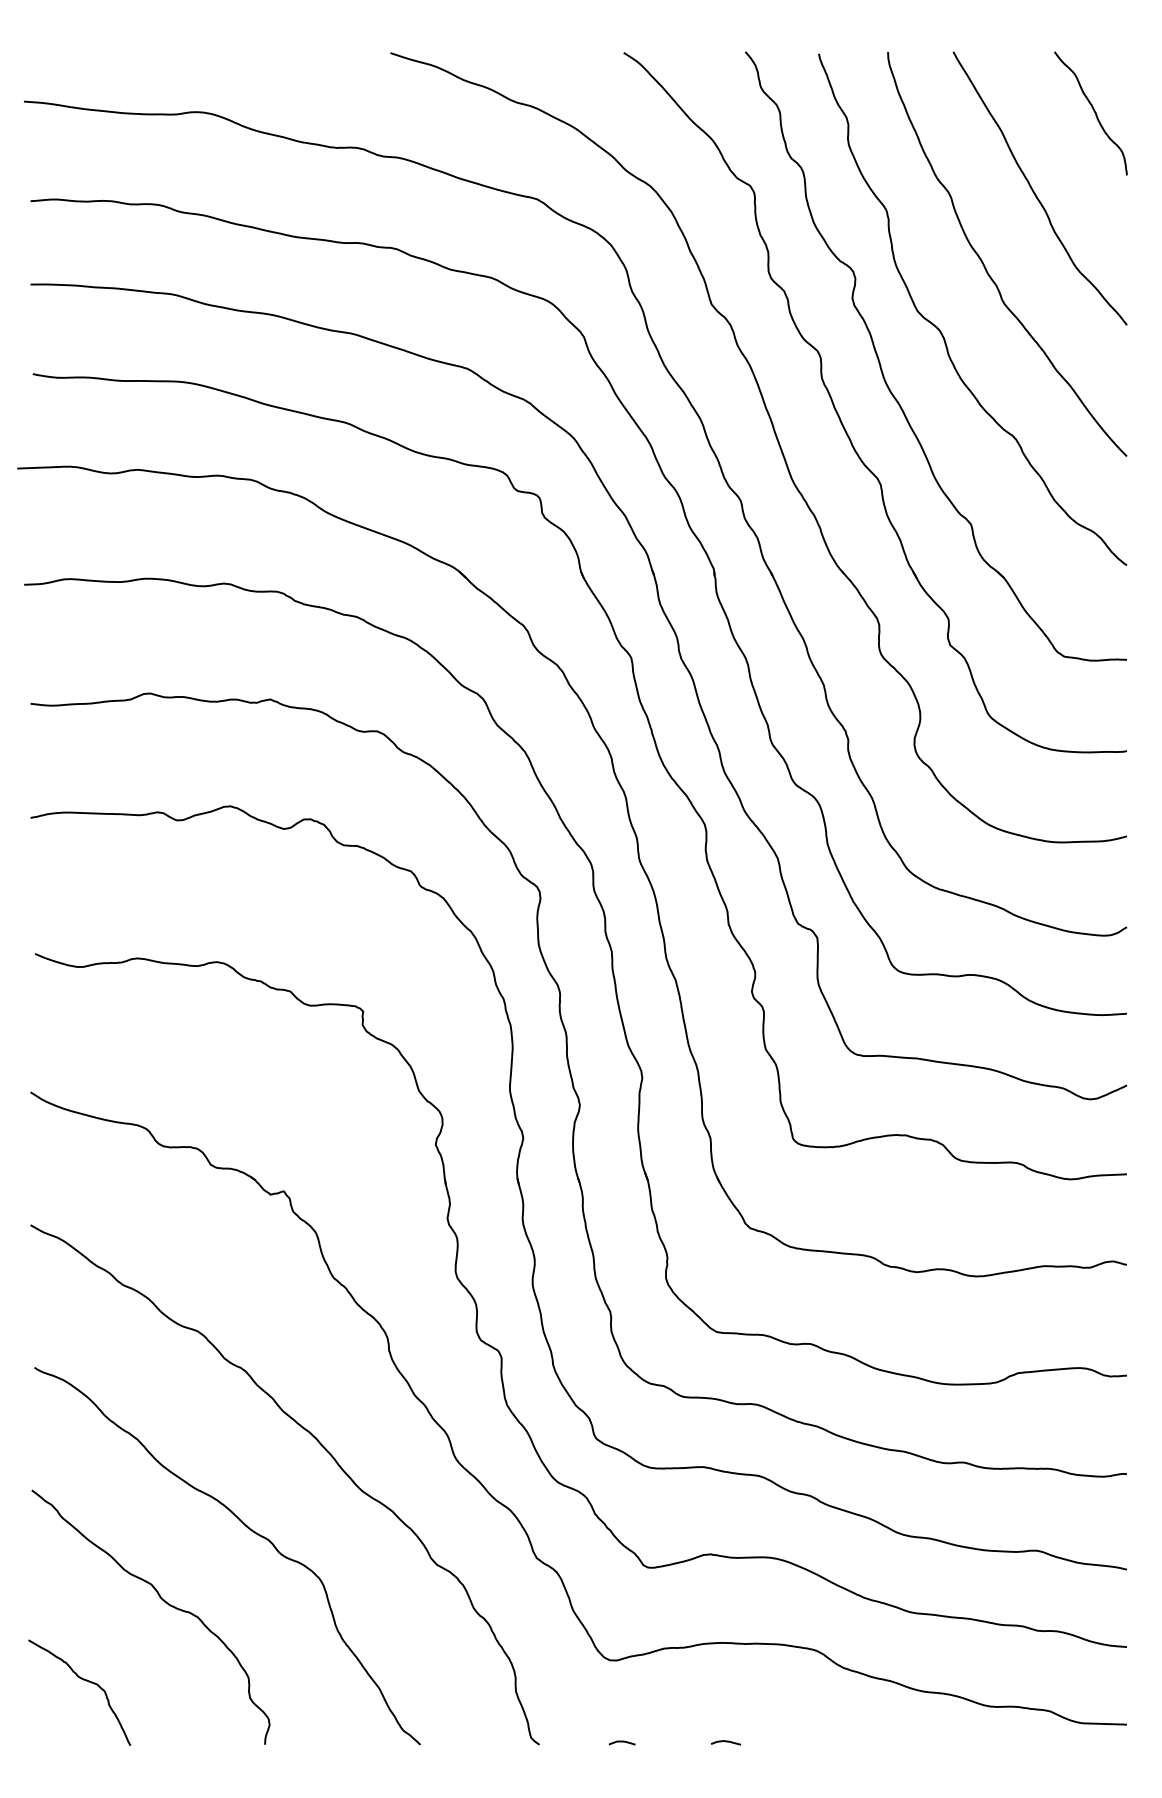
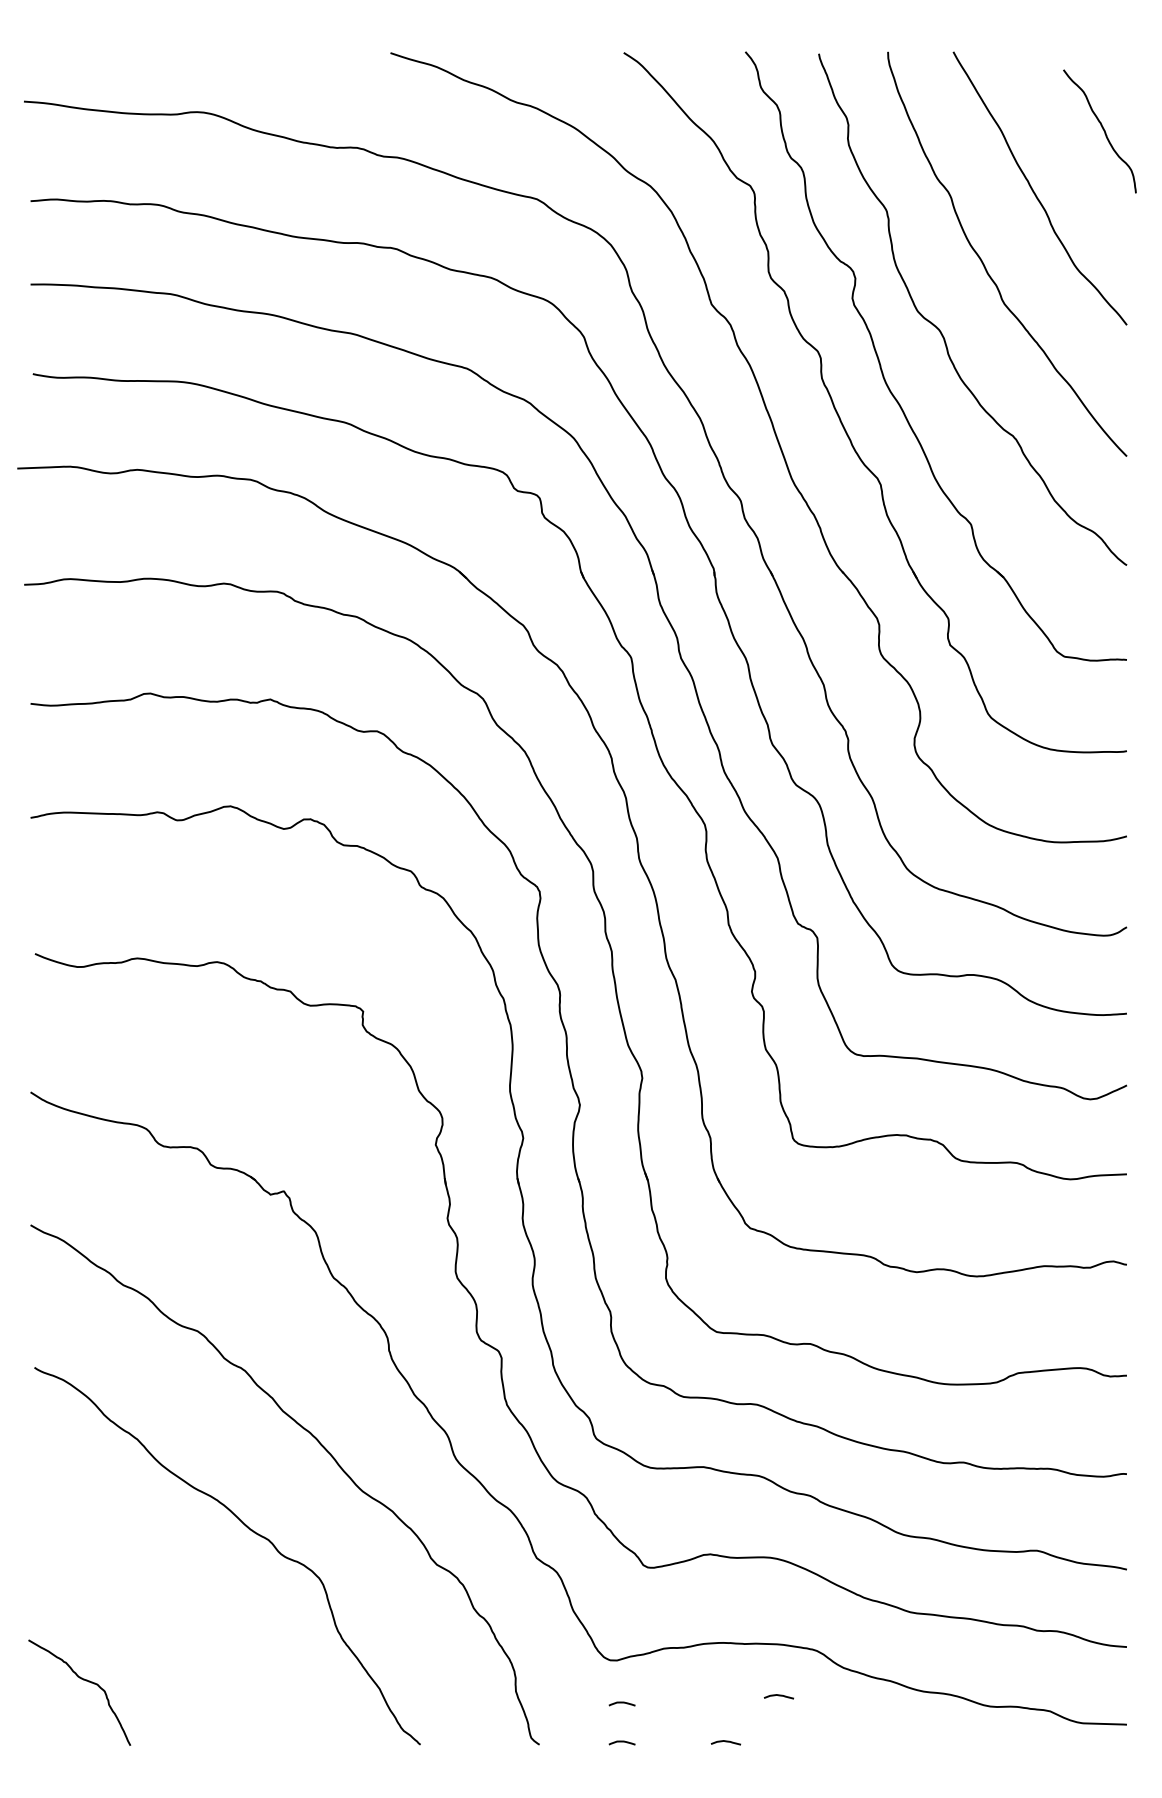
curve at (1093, 111) position: (1093, 111) -> (1102, 129)
curve at (164, 1602): present -> none
curve at (778, 1696): none -> present
curve at (621, 1703): none -> present
